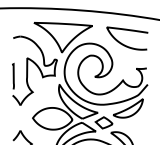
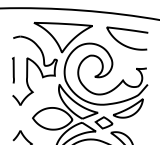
line at (13, 75) position: (13, 75) -> (13, 69)
